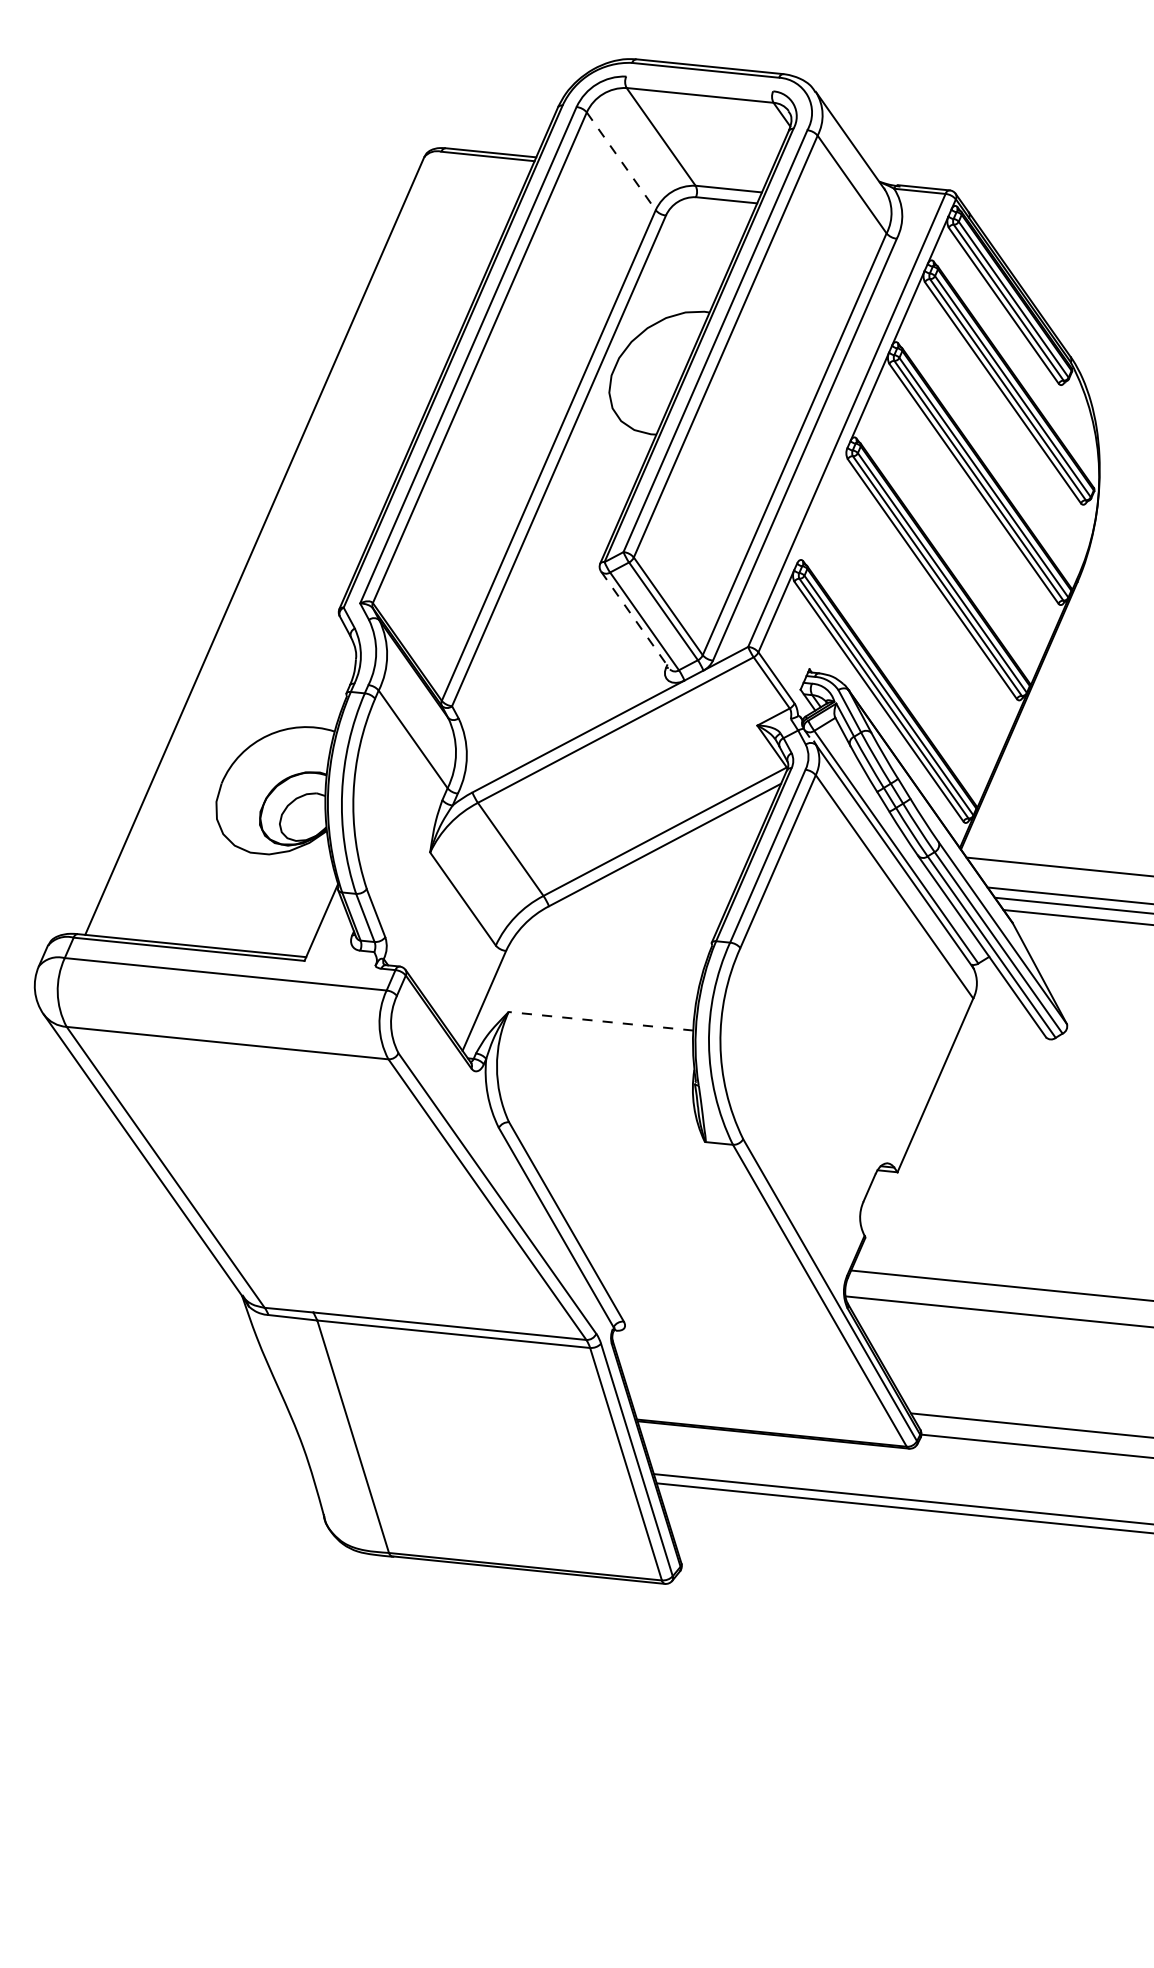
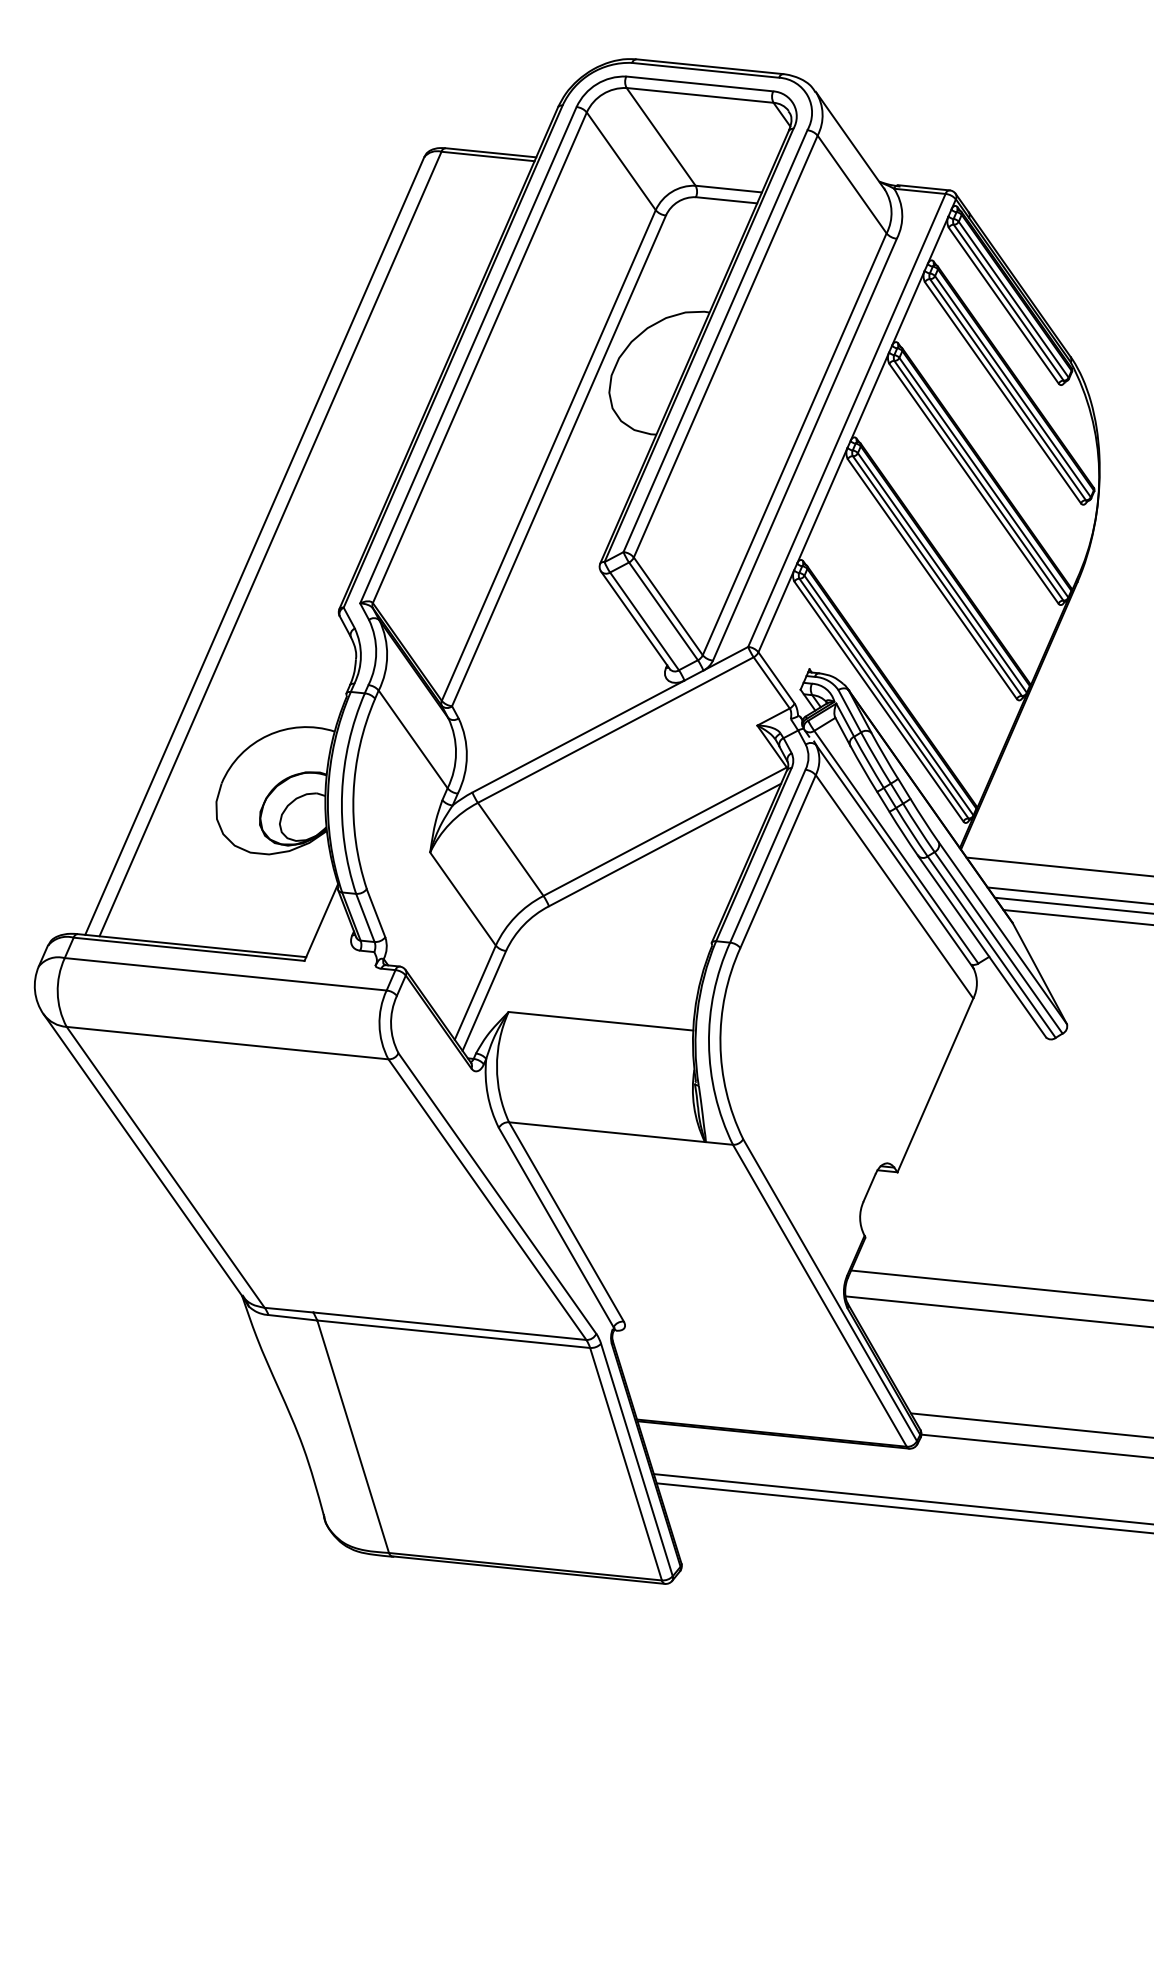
line at (699, 83): none -> present
line at (621, 161): dashed -> solid
line at (822, 505): none -> present
line at (270, 543): none -> present
line at (635, 620): dashed -> solid
line at (474, 992): none -> present
line at (601, 1021): dashed -> solid
line at (607, 1132): none -> present
